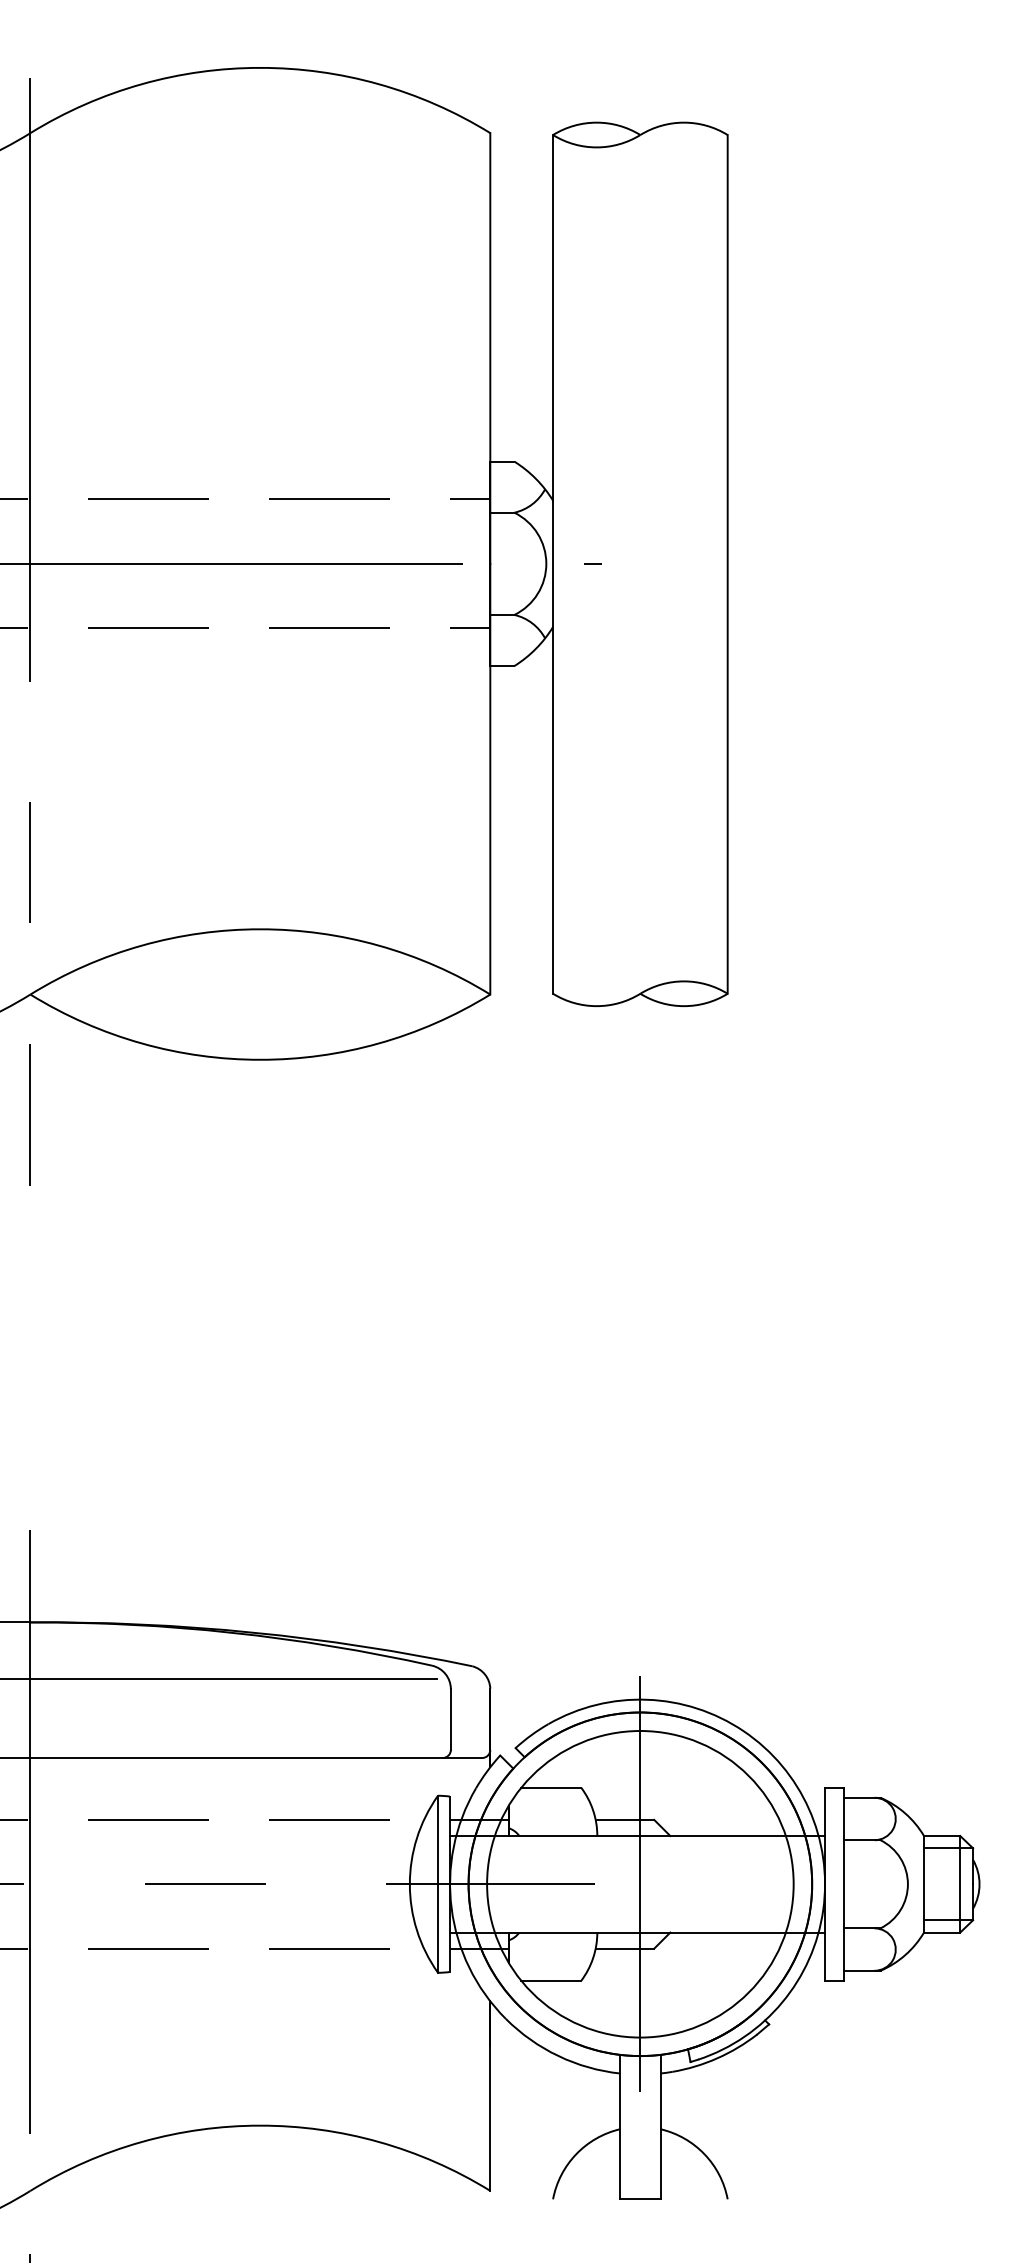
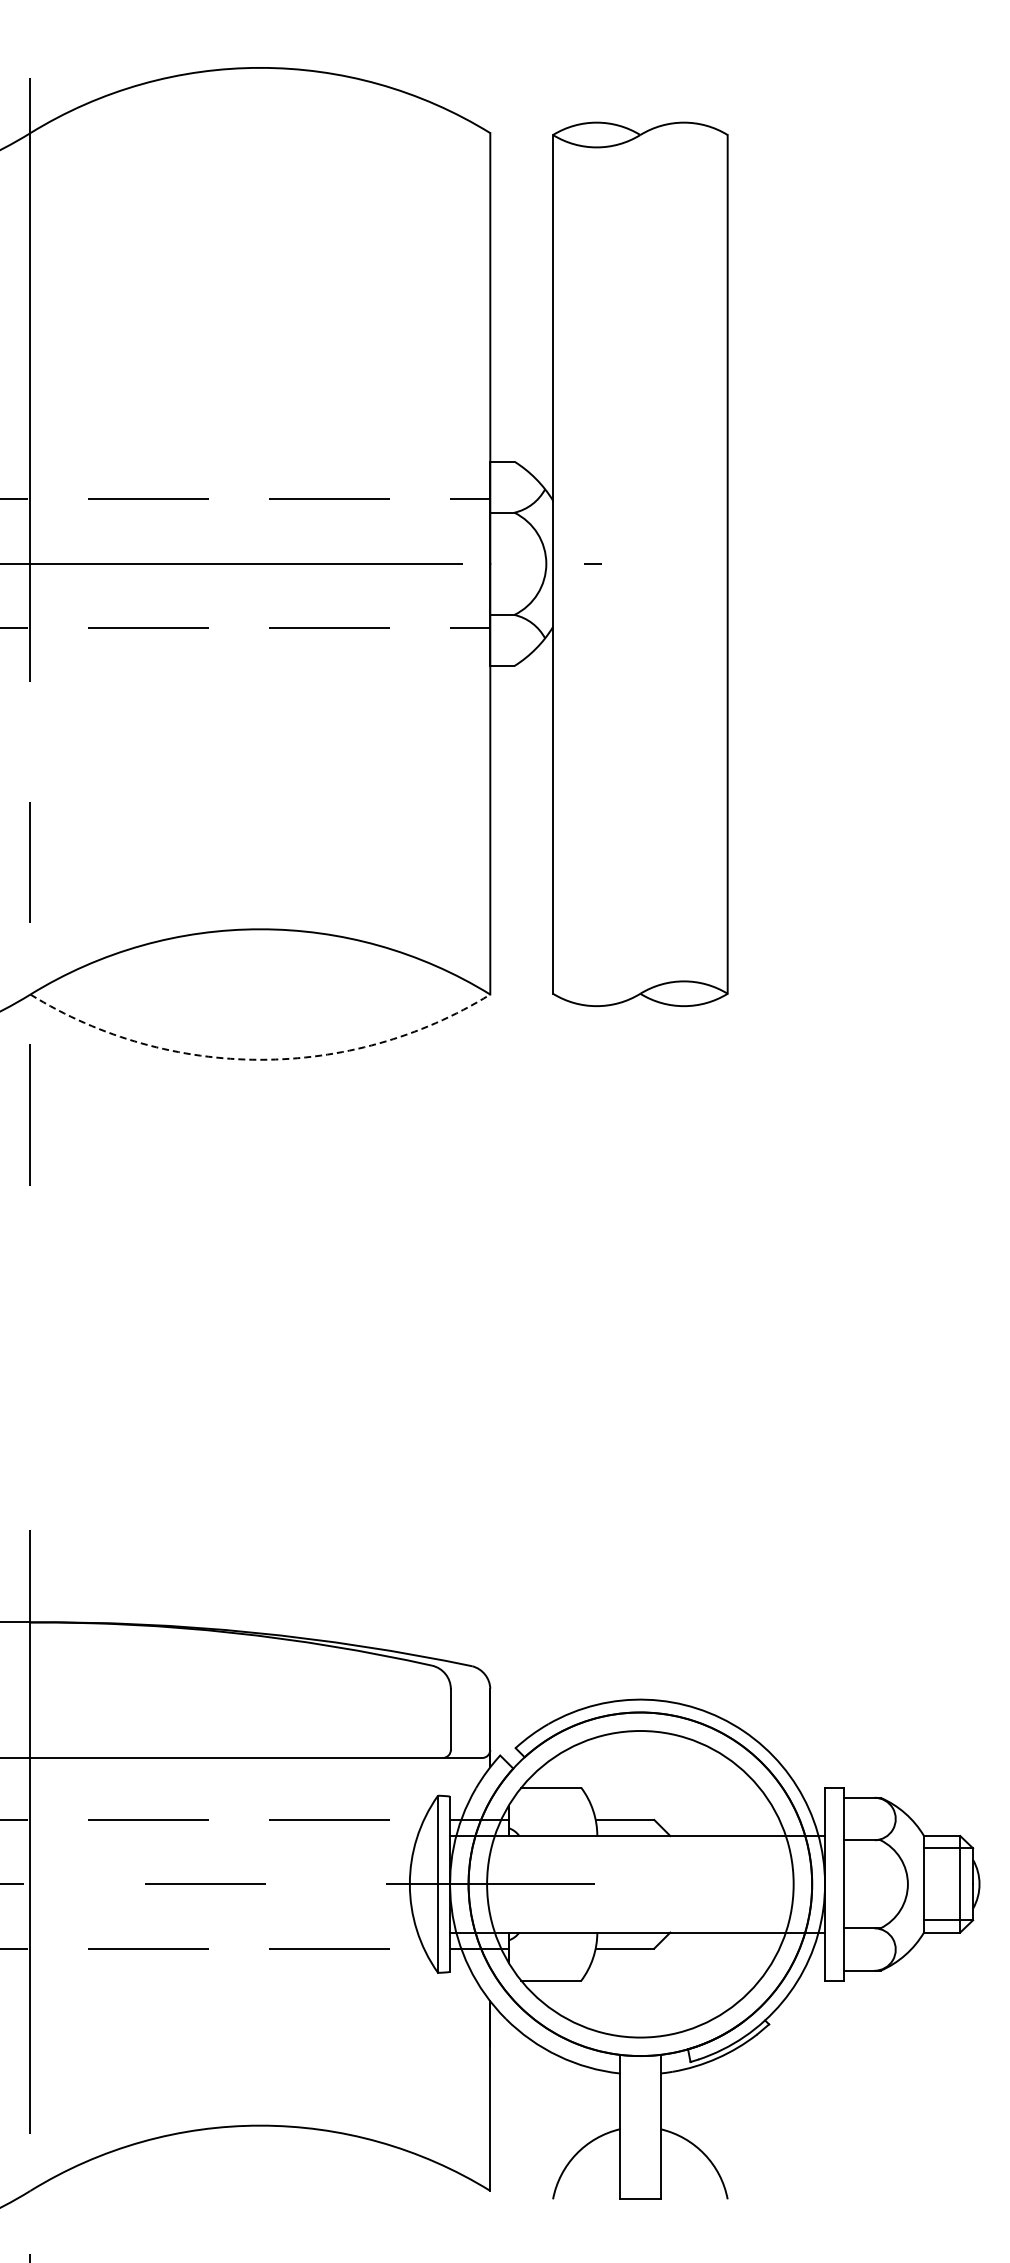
arc at (260, 1059): solid -> dashed
line at (219, 1678): present -> none
line at (640, 1884): present -> none
